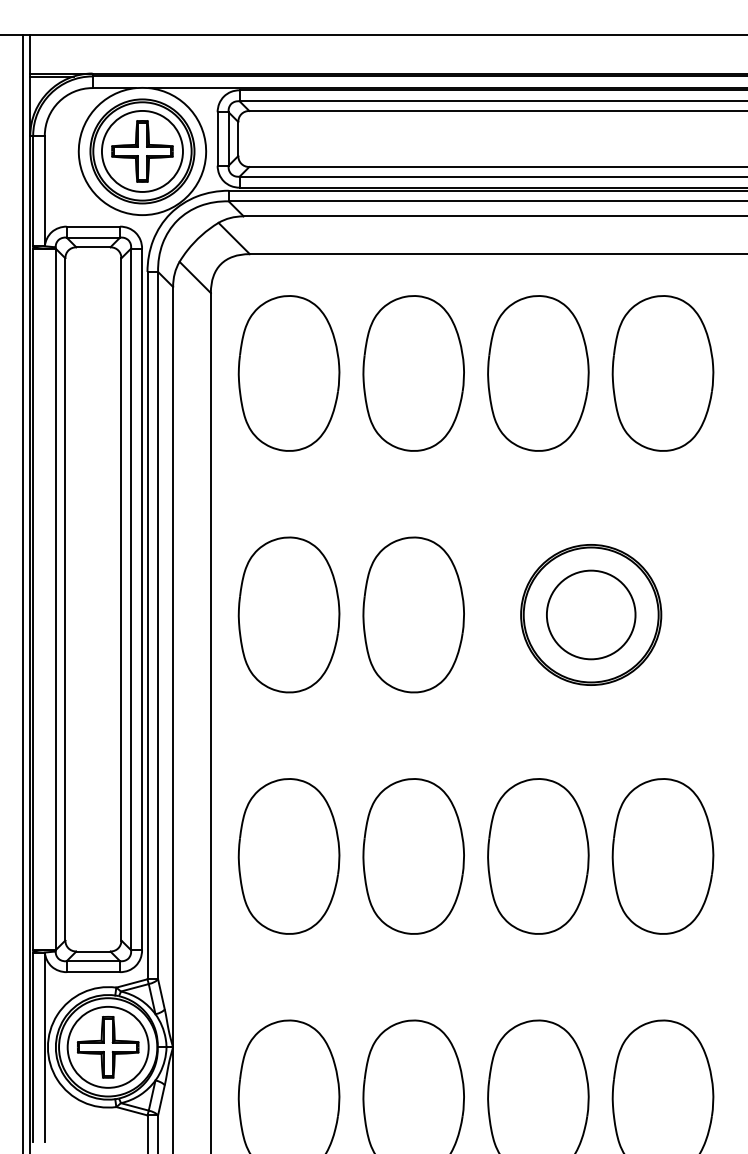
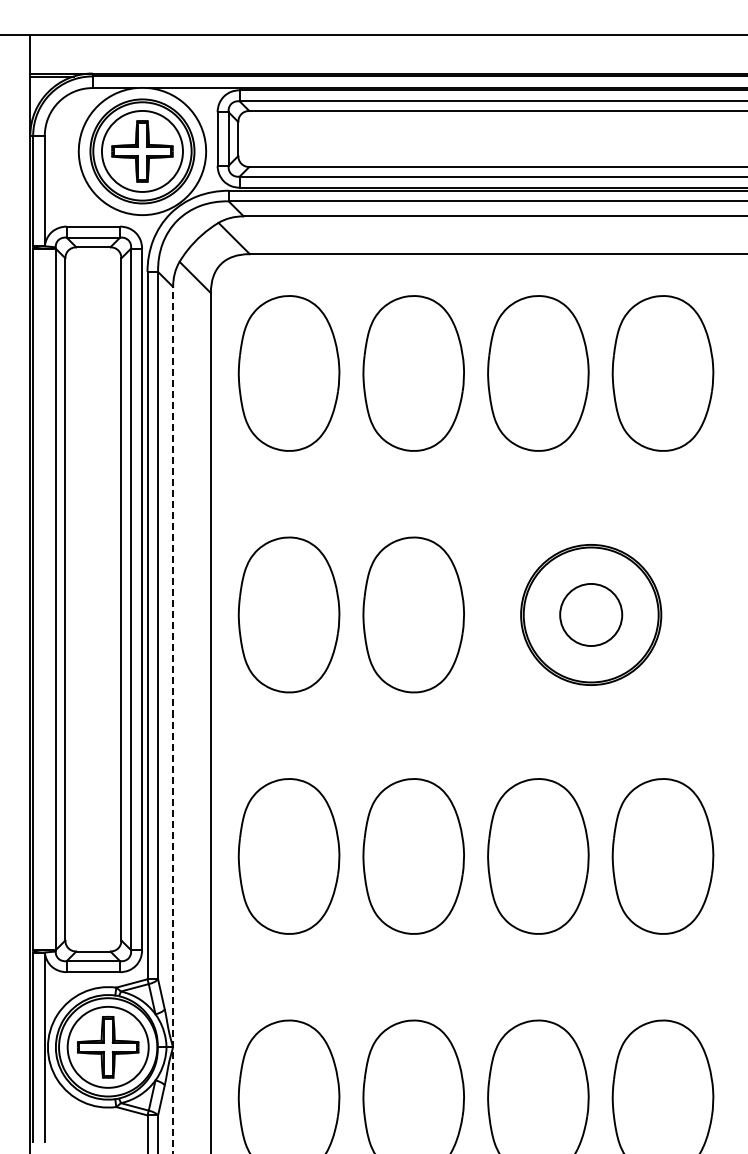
line at (22, 592): present -> none
circle at (590, 614) diameter: 89 px -> 62 px
line at (173, 719): solid -> dashed
